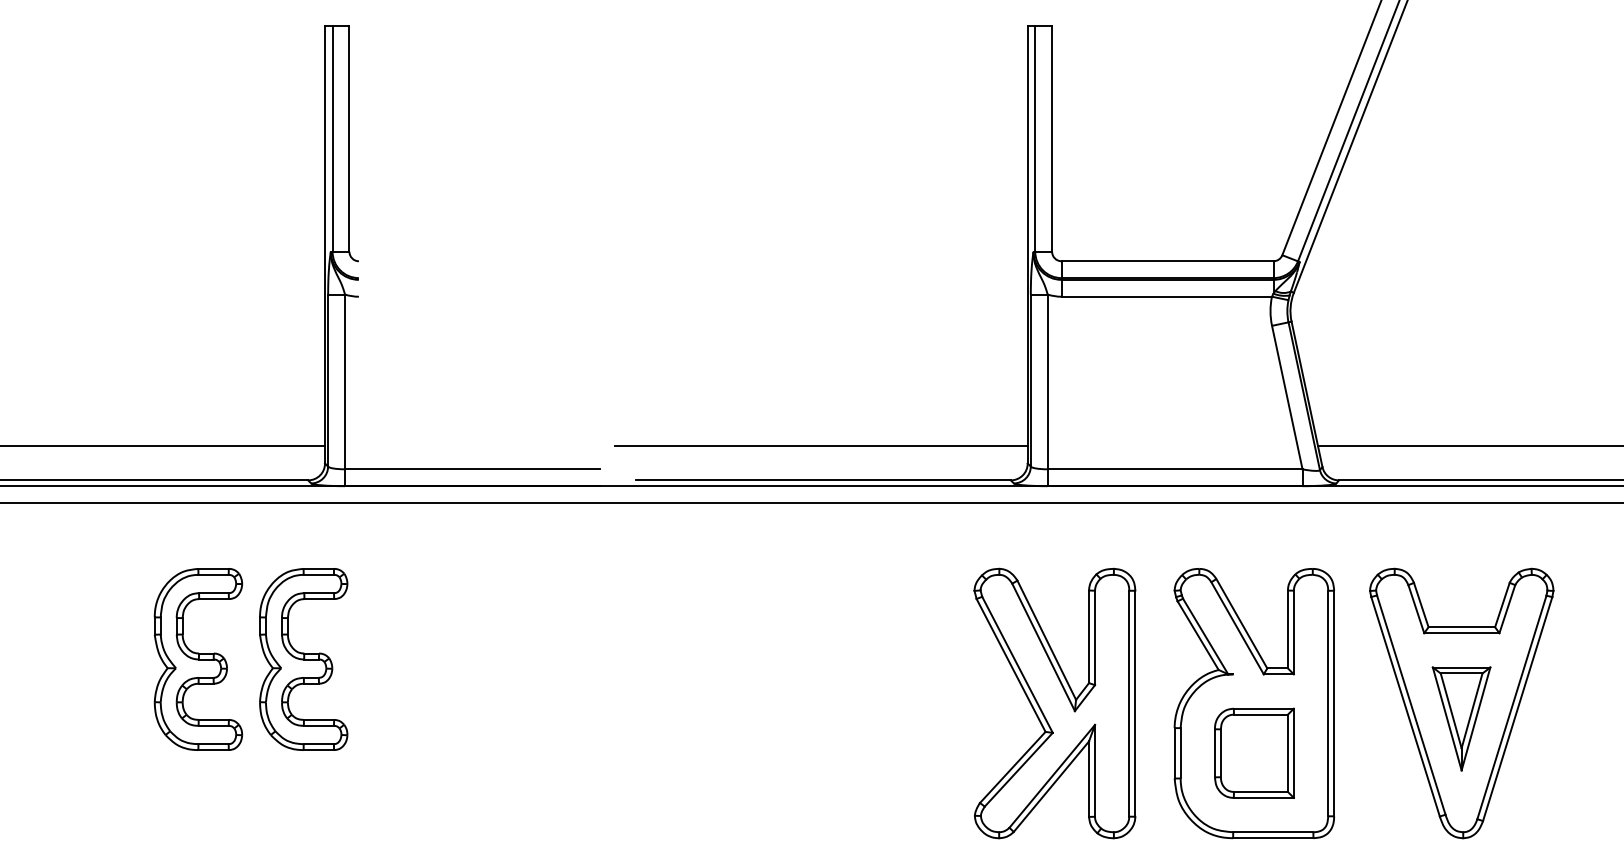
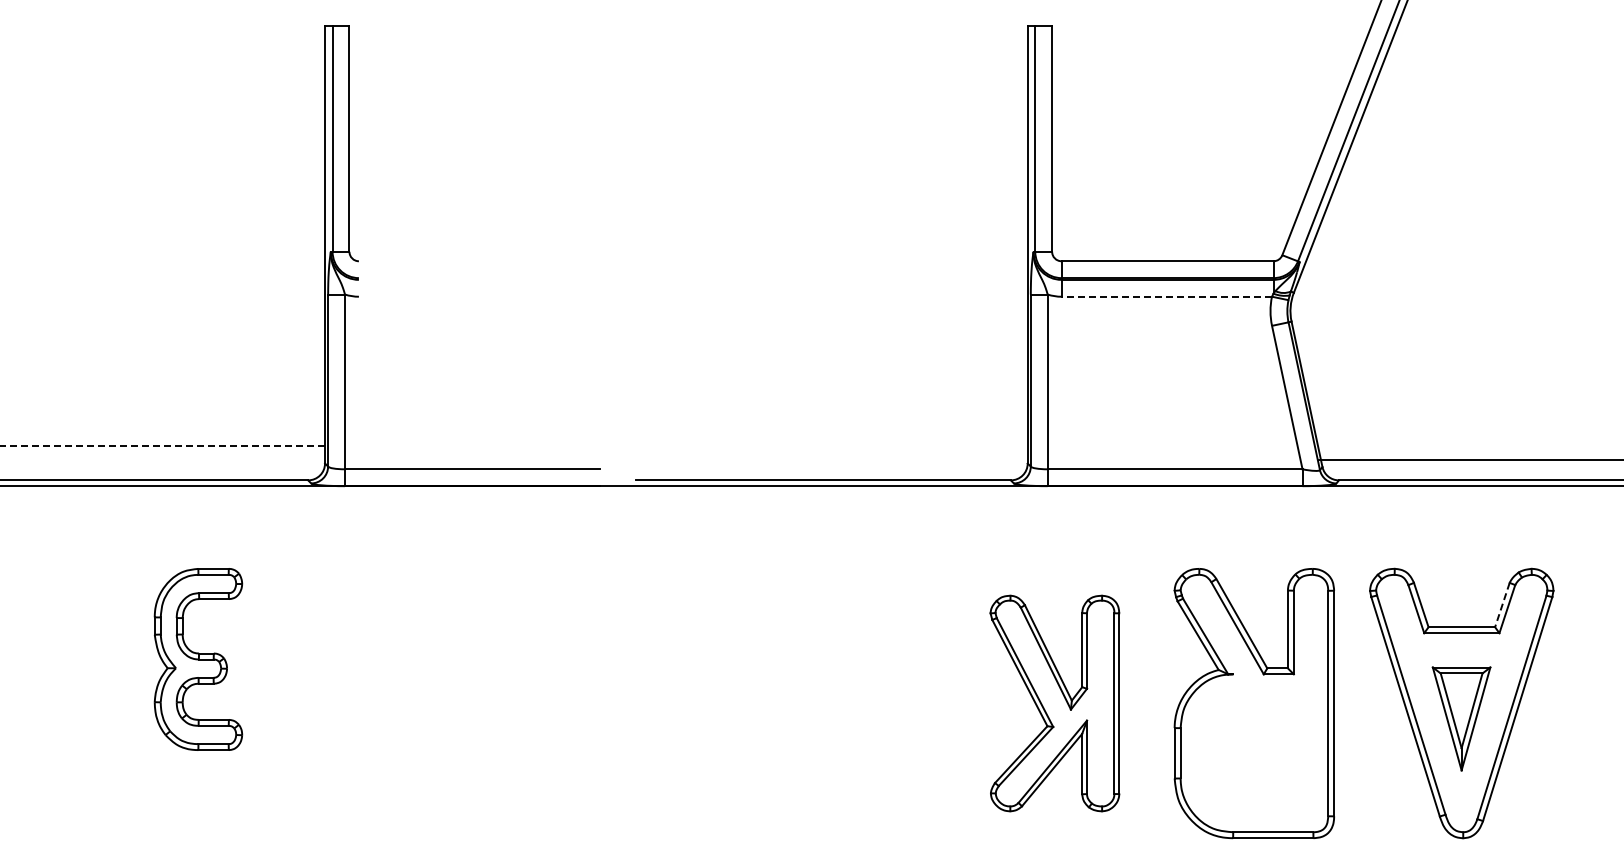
line at (1166, 296): solid -> dashed
line at (162, 446): solid -> dashed
line at (821, 446): present -> none
line at (1469, 446) position: (1469, 446) -> (1469, 460)
line at (811, 503): present -> none
line at (1502, 605): solid -> dashed
part at (303, 659): present -> none
part at (1054, 703) size: 164x273 px -> 132x219 px
part at (1254, 752): present -> none
